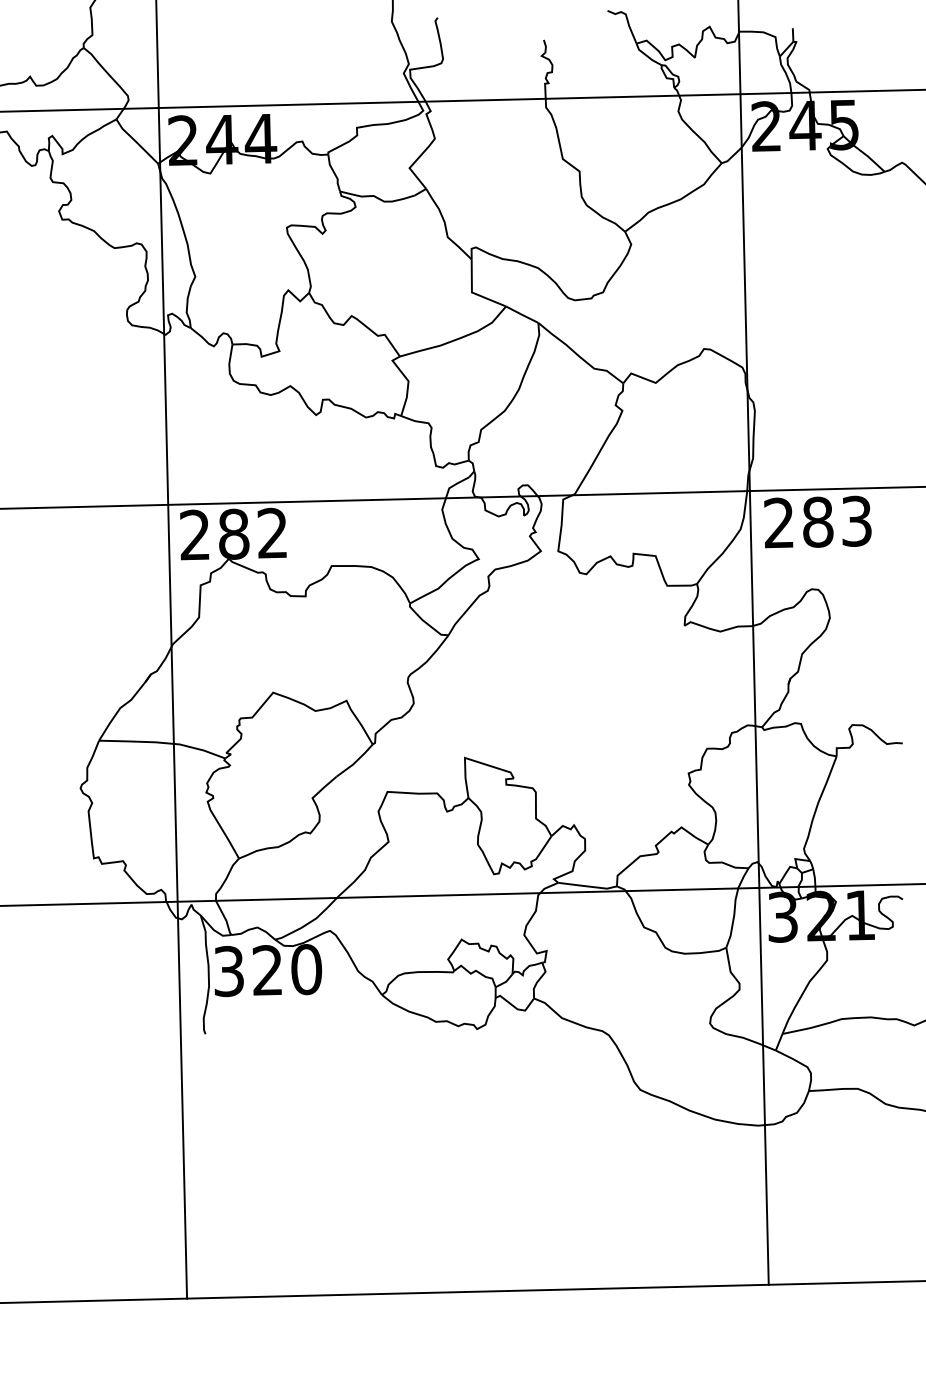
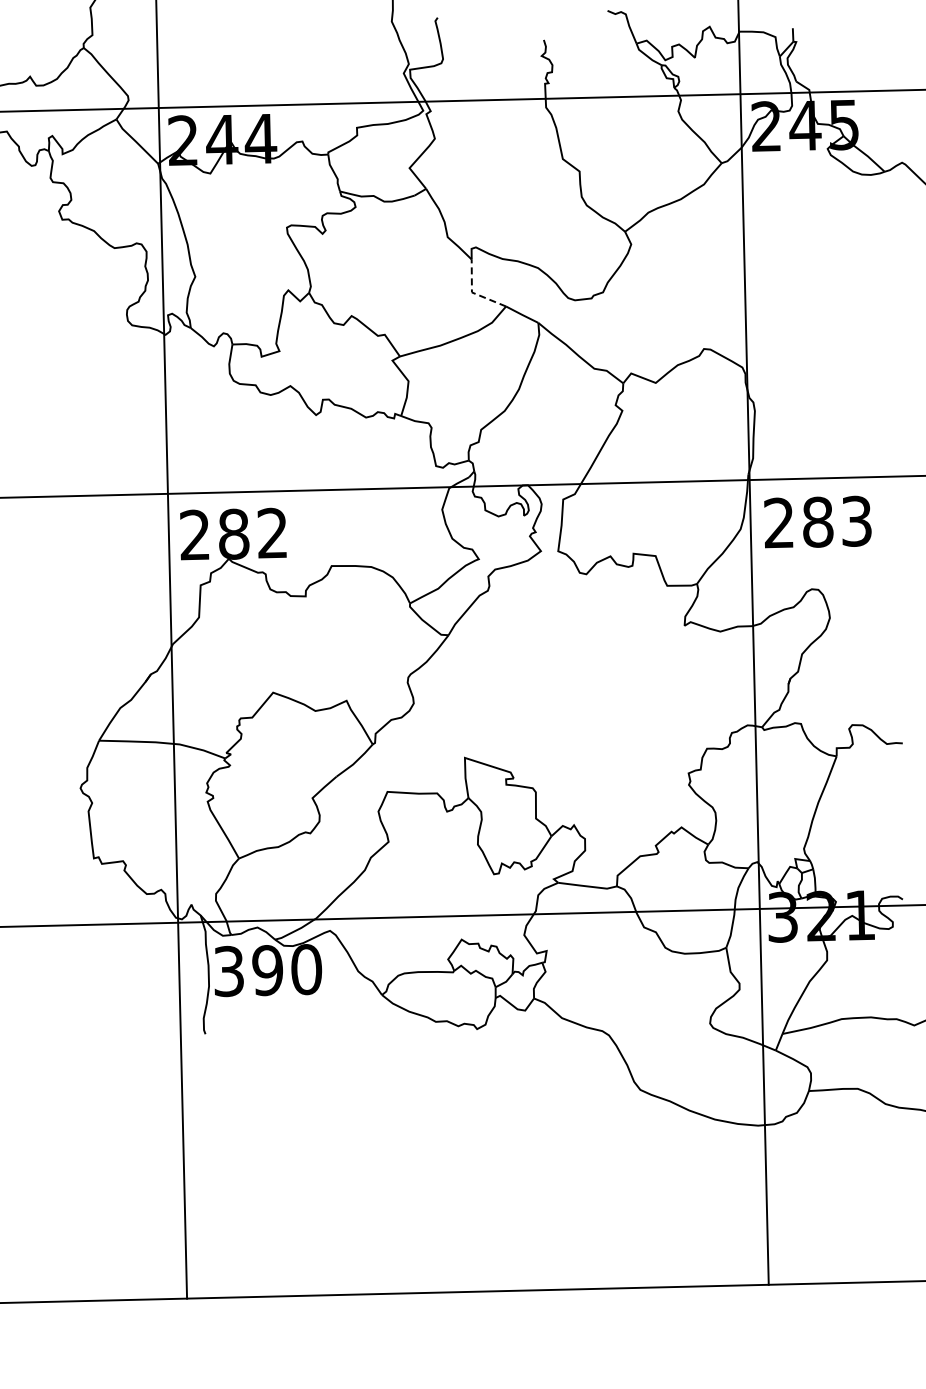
line at (472, 292): solid -> dashed
line at (462, 497) position: (462, 497) -> (462, 486)
line at (462, 894) position: (462, 894) -> (462, 915)
text at (267, 970): 320 -> 390
